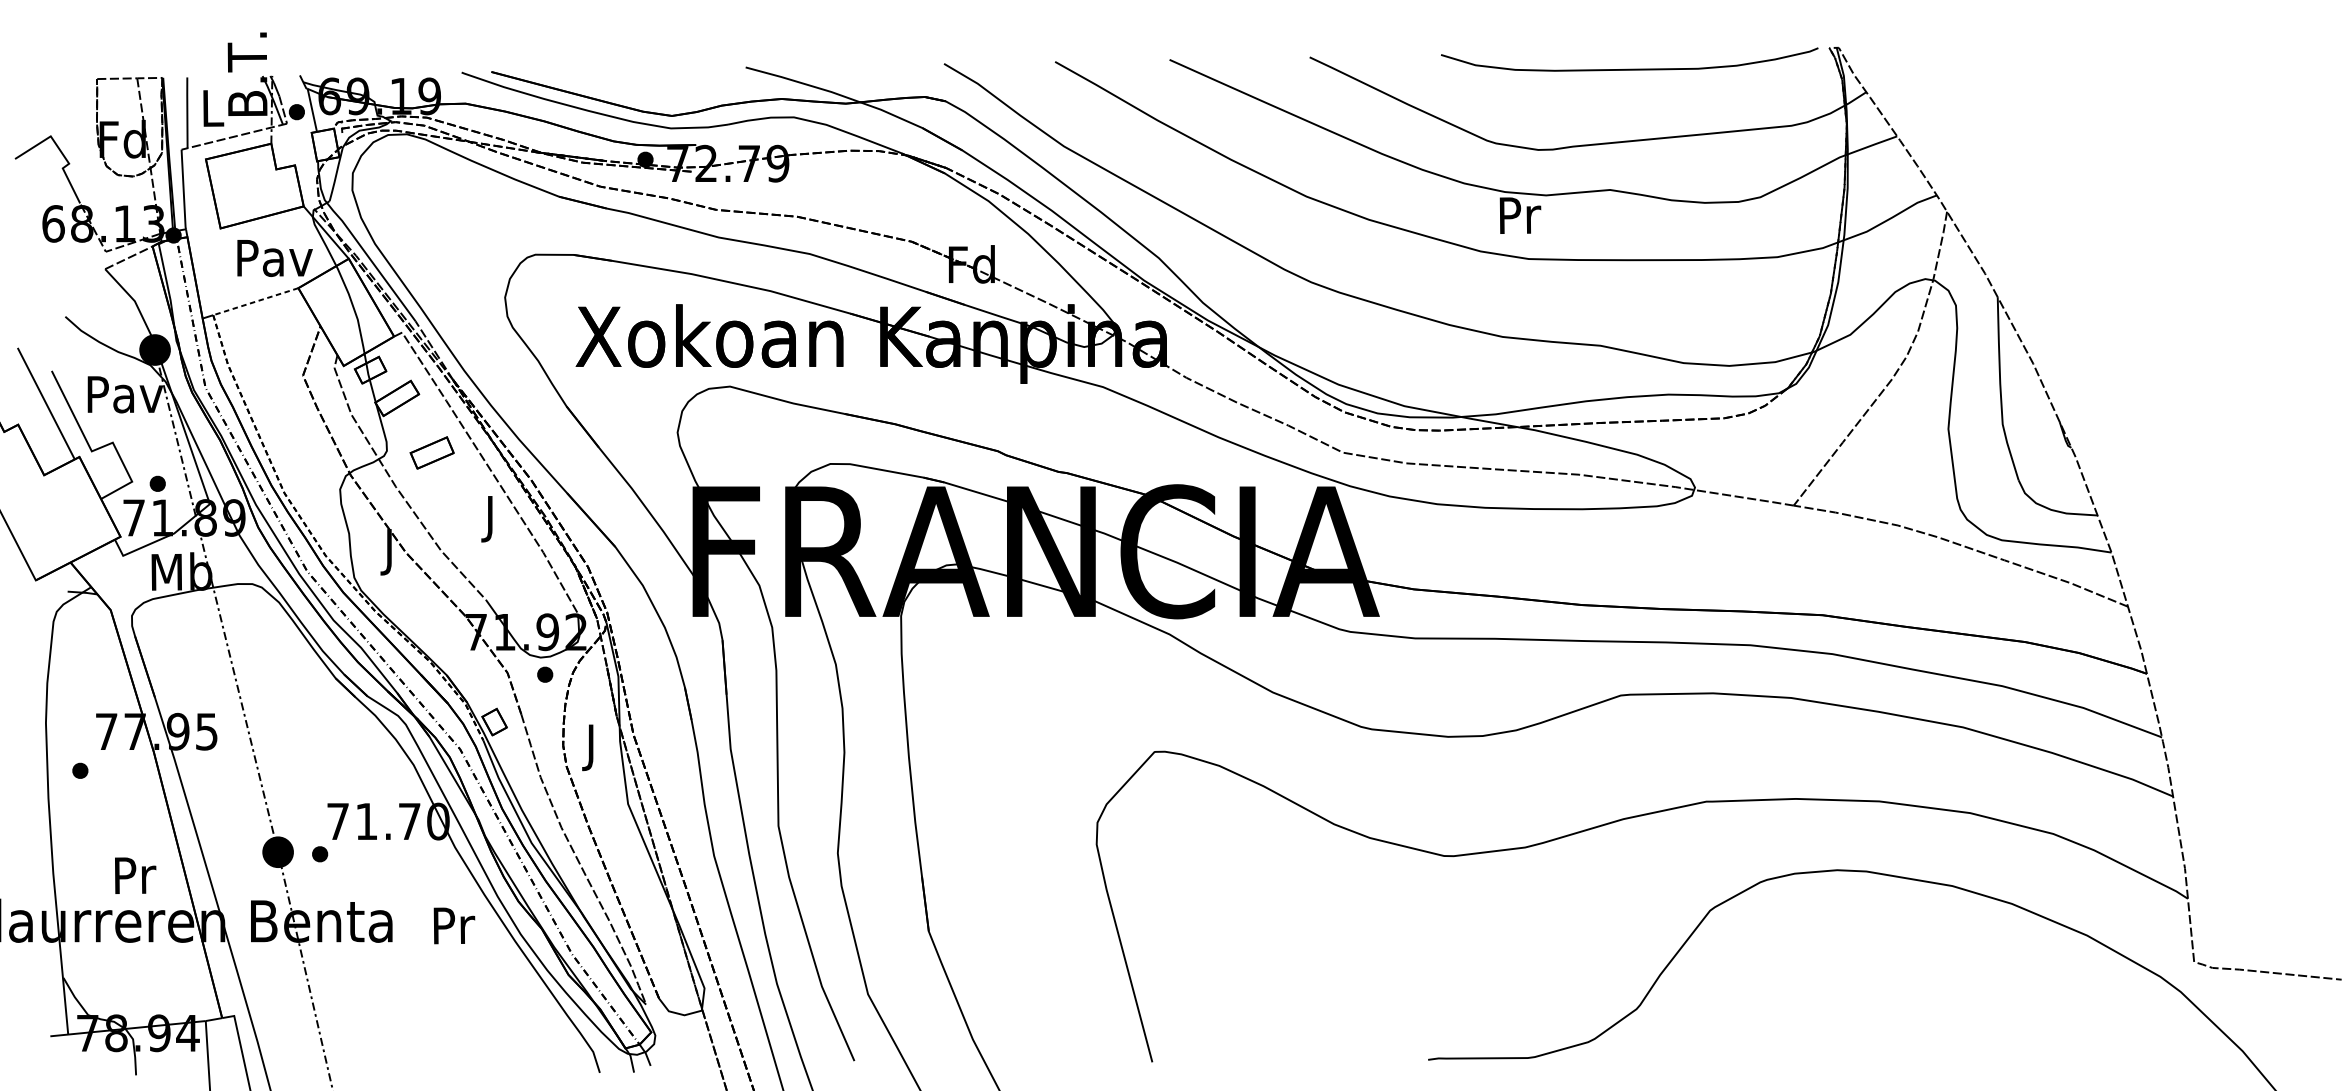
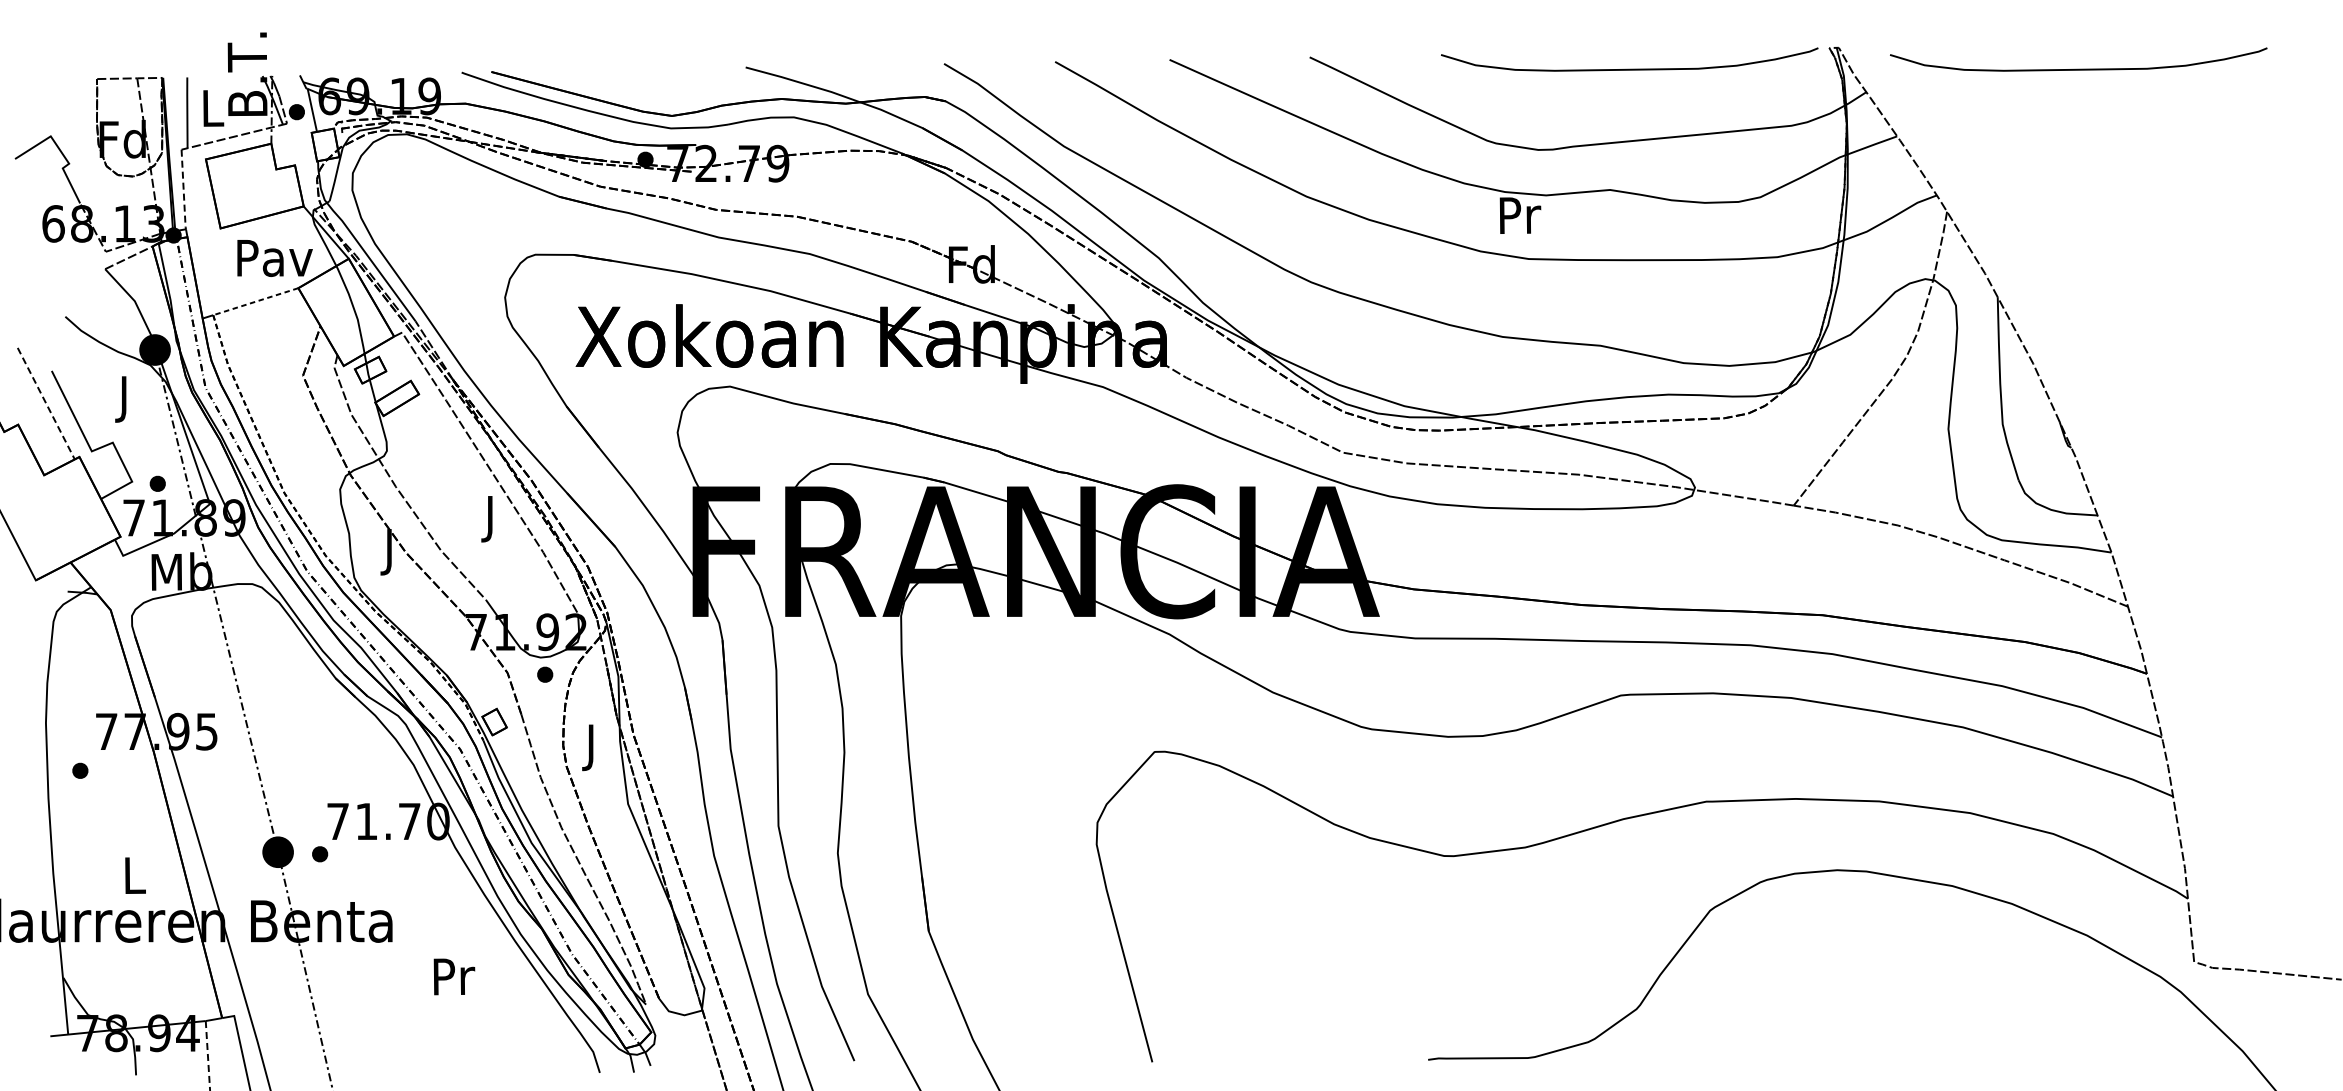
curve at (2078, 68): none -> present
line at (183, 190): solid -> dashed
text at (124, 399): Pav -> J
line at (46, 403): solid -> dashed
part at (431, 452): present -> none
text at (135, 875): Pr -> L
text at (454, 925) position: (454, 925) -> (454, 976)
line at (207, 1055): solid -> dashed
